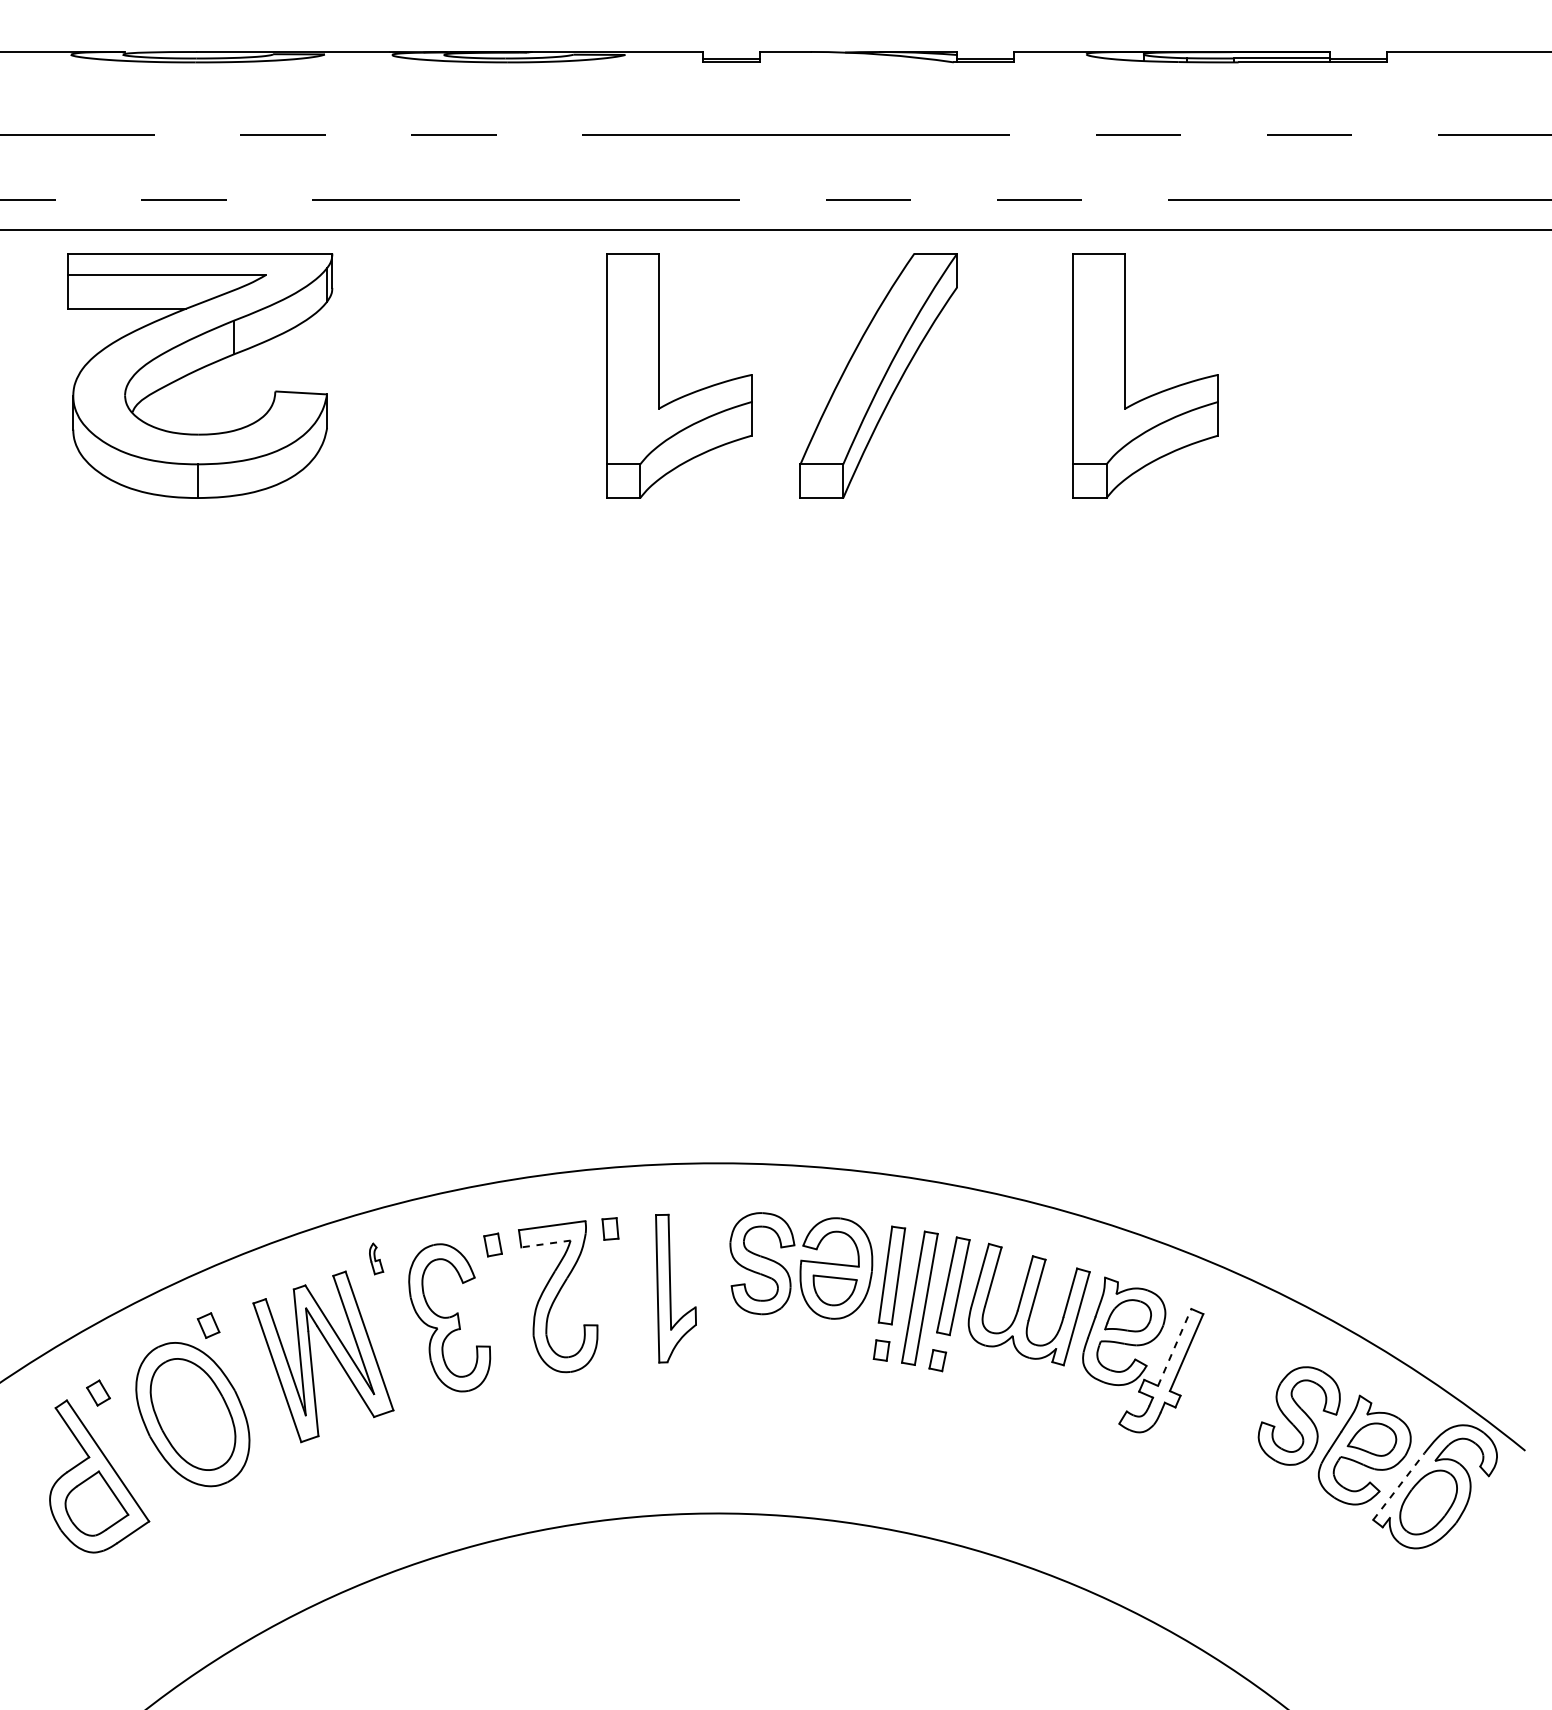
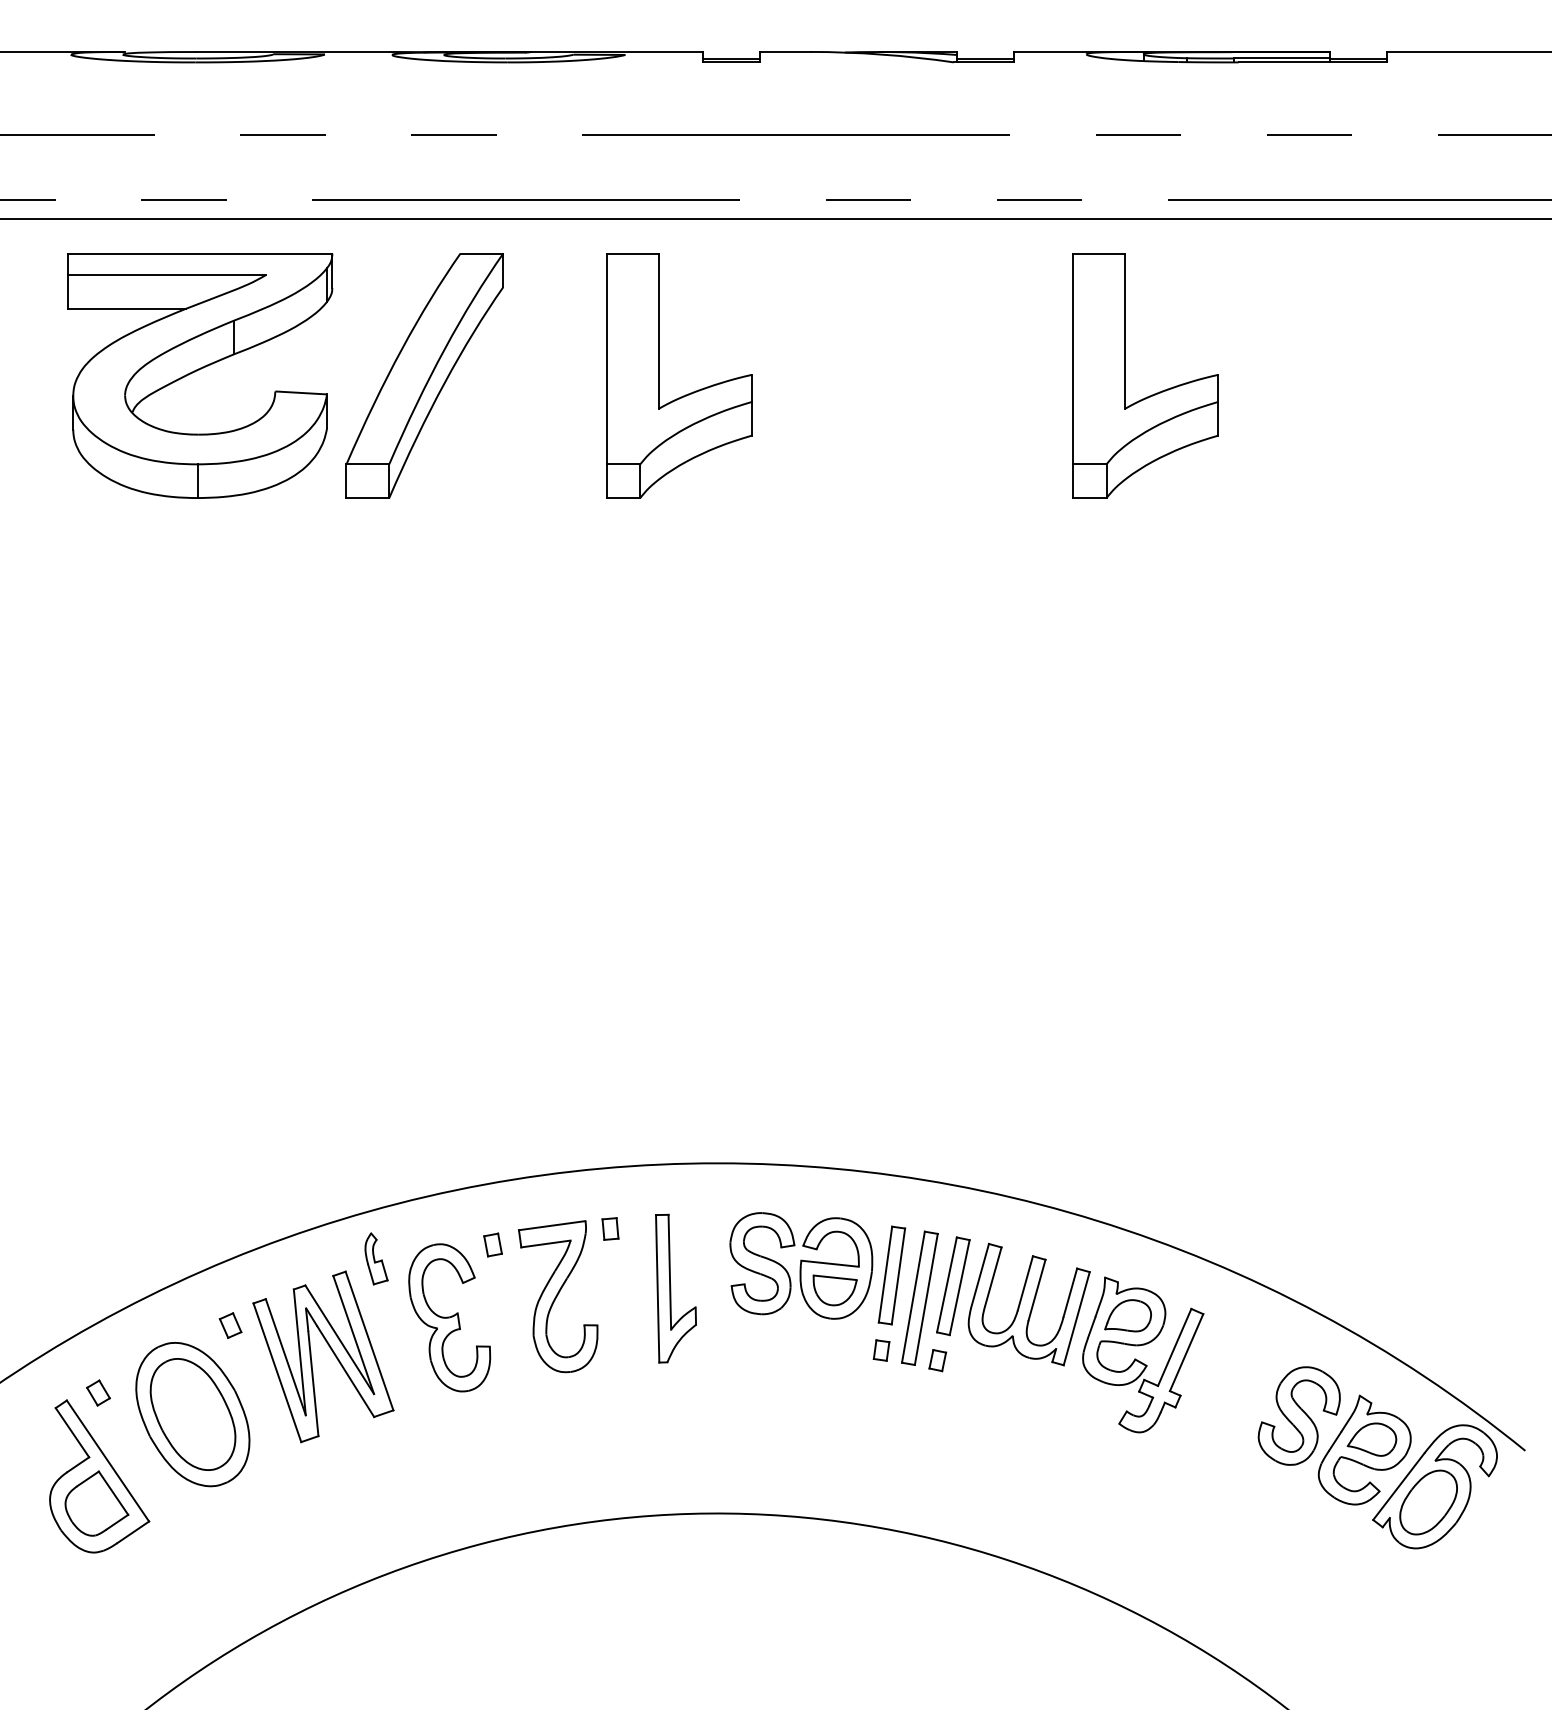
line at (775, 230) position: (775, 230) -> (775, 219)
part at (878, 375) position: (878, 375) -> (424, 375)
line at (545, 1243): dashed -> solid
part at (376, 1258) size: 16x34 px -> 25x54 px
part at (208, 1325) position: (208, 1325) -> (230, 1325)
line at (1174, 1347): dashed -> solid
line at (1398, 1486): dashed -> solid
